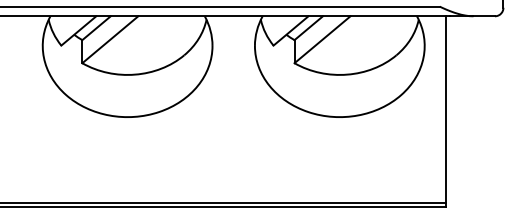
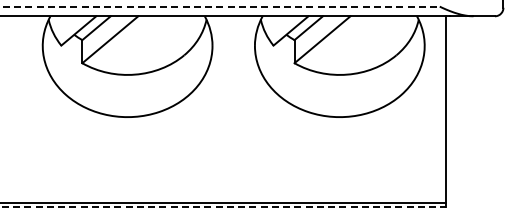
line at (220, 6): solid -> dashed
line at (222, 207): solid -> dashed
